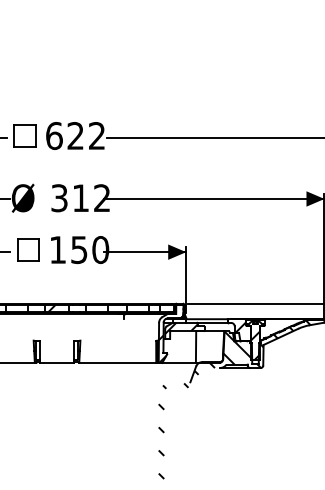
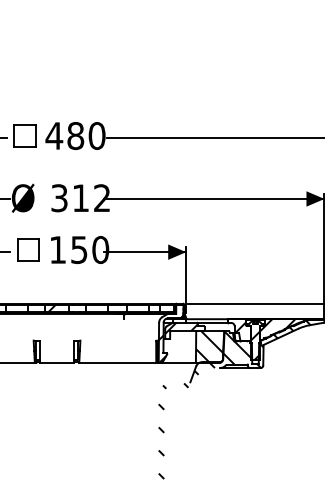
text at (75, 136): 622 -> 480
hatch at (277, 325): none -> present
hatch at (209, 346): none -> present
